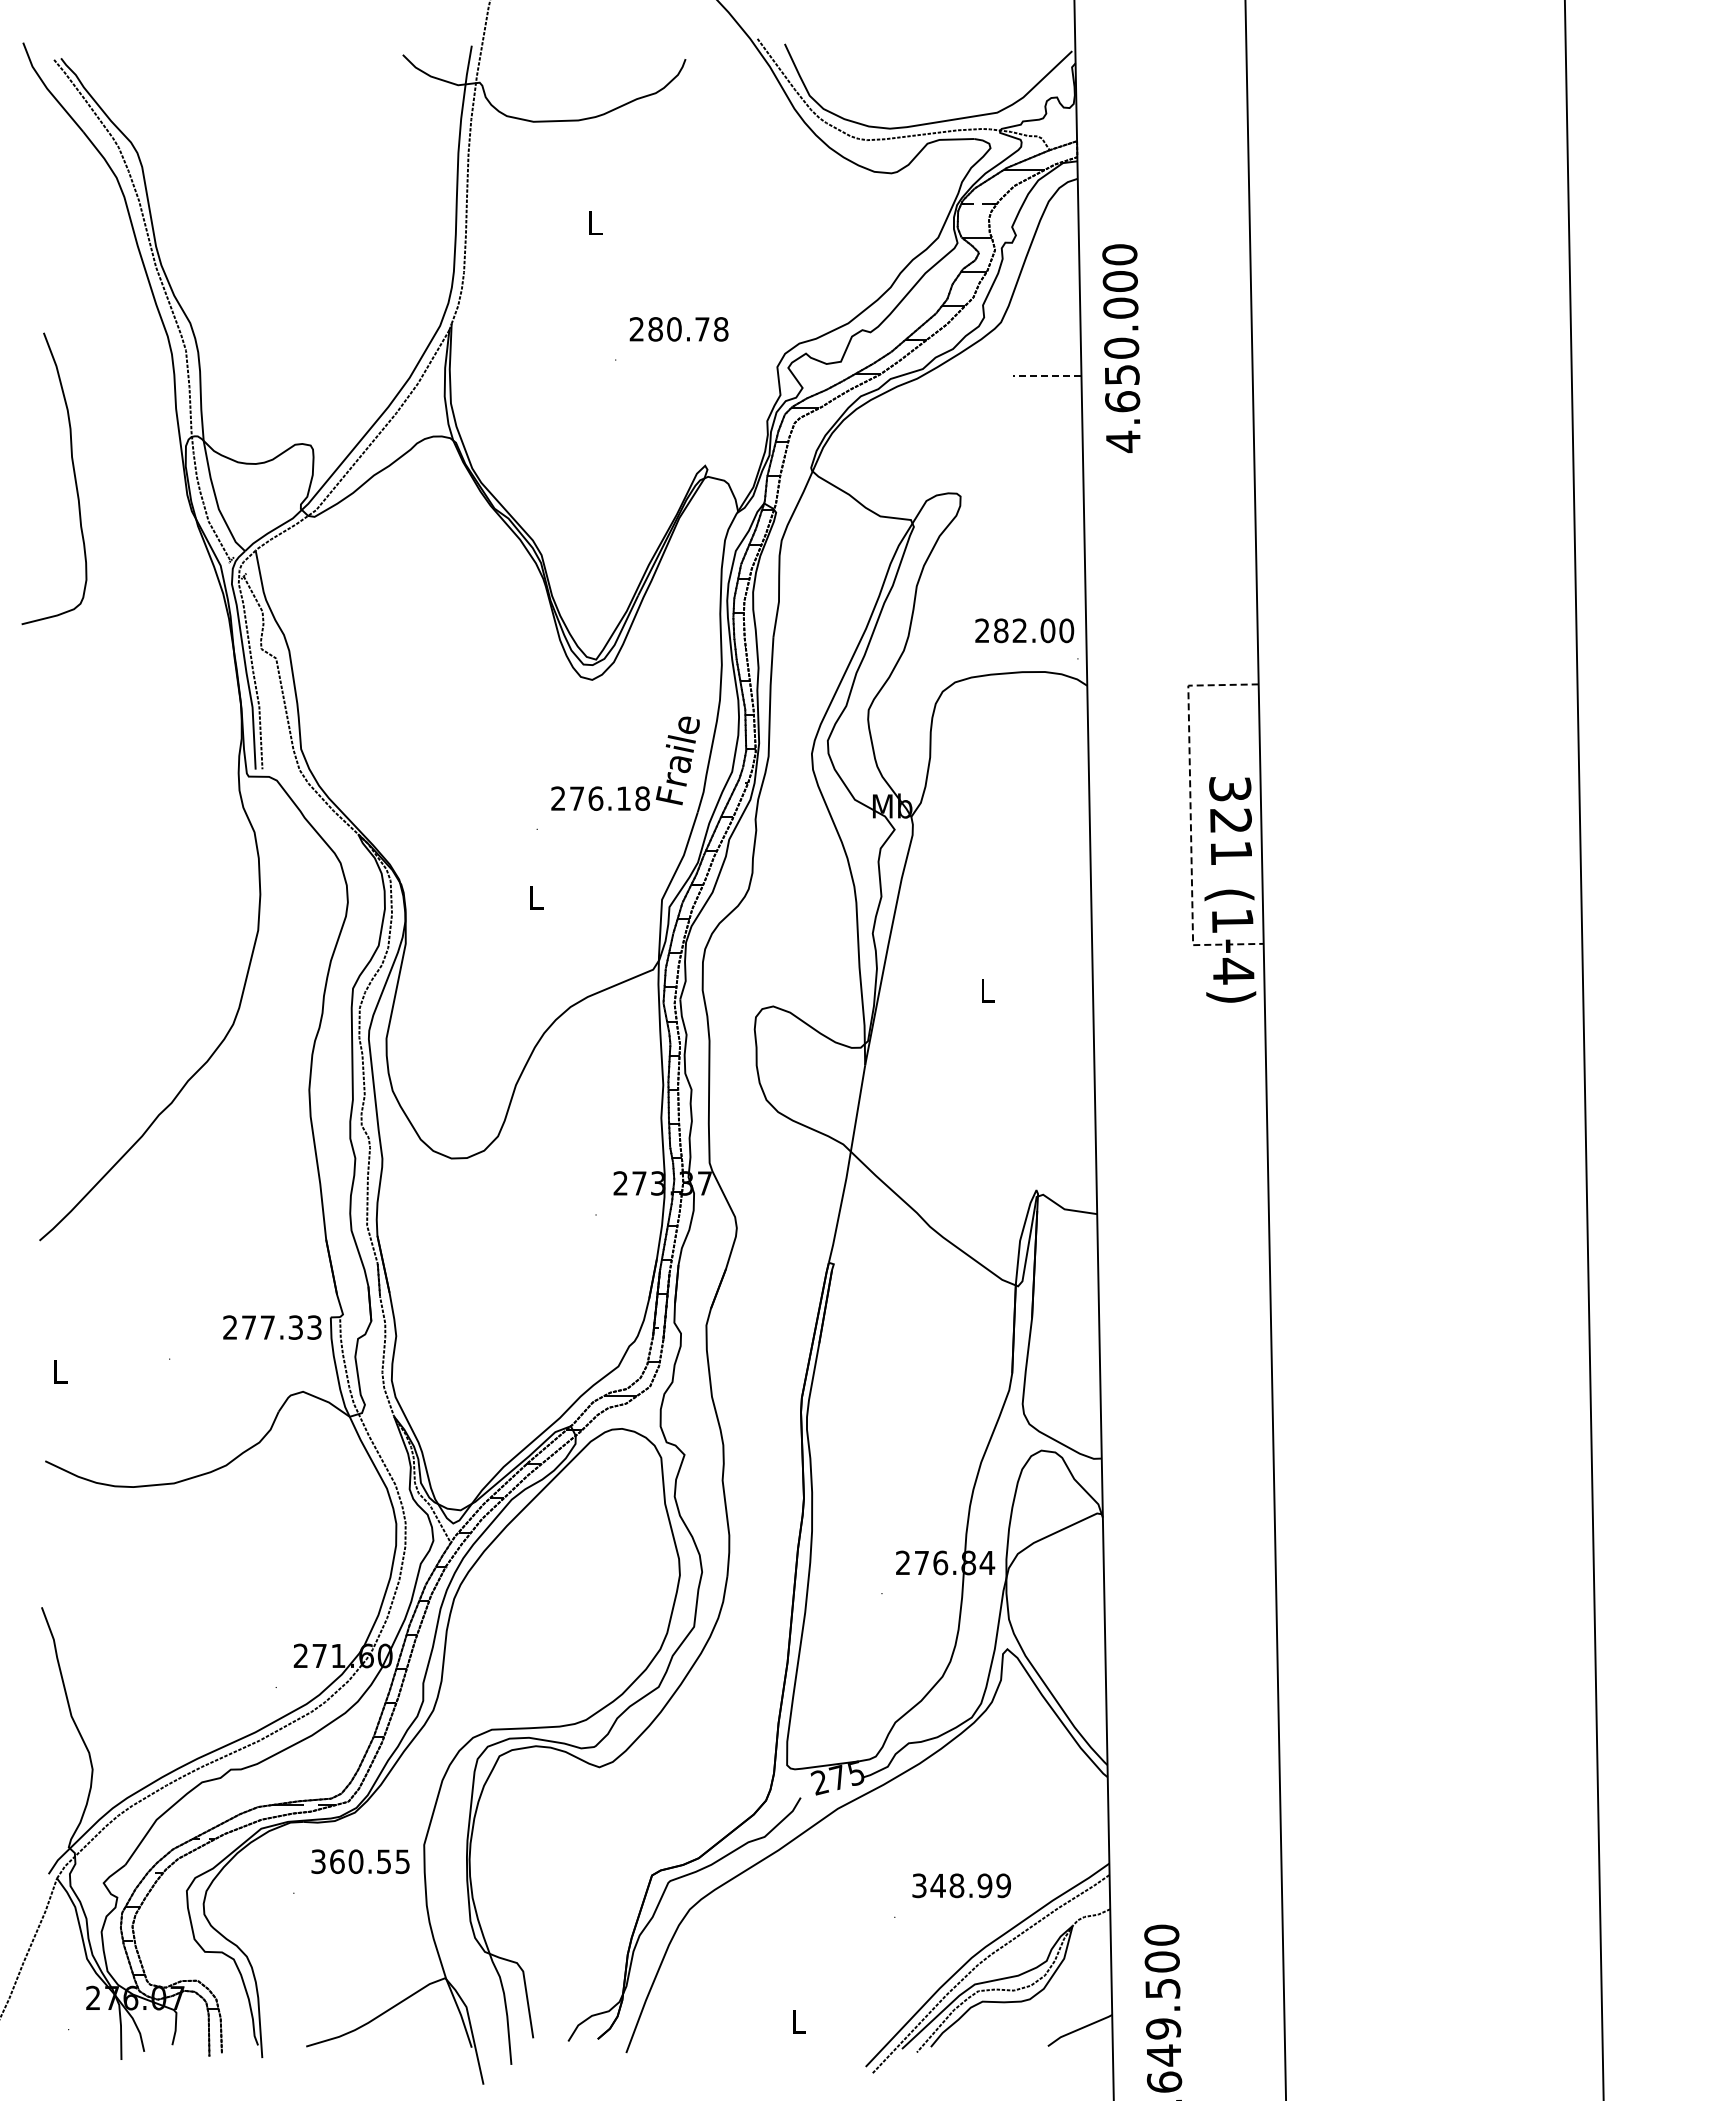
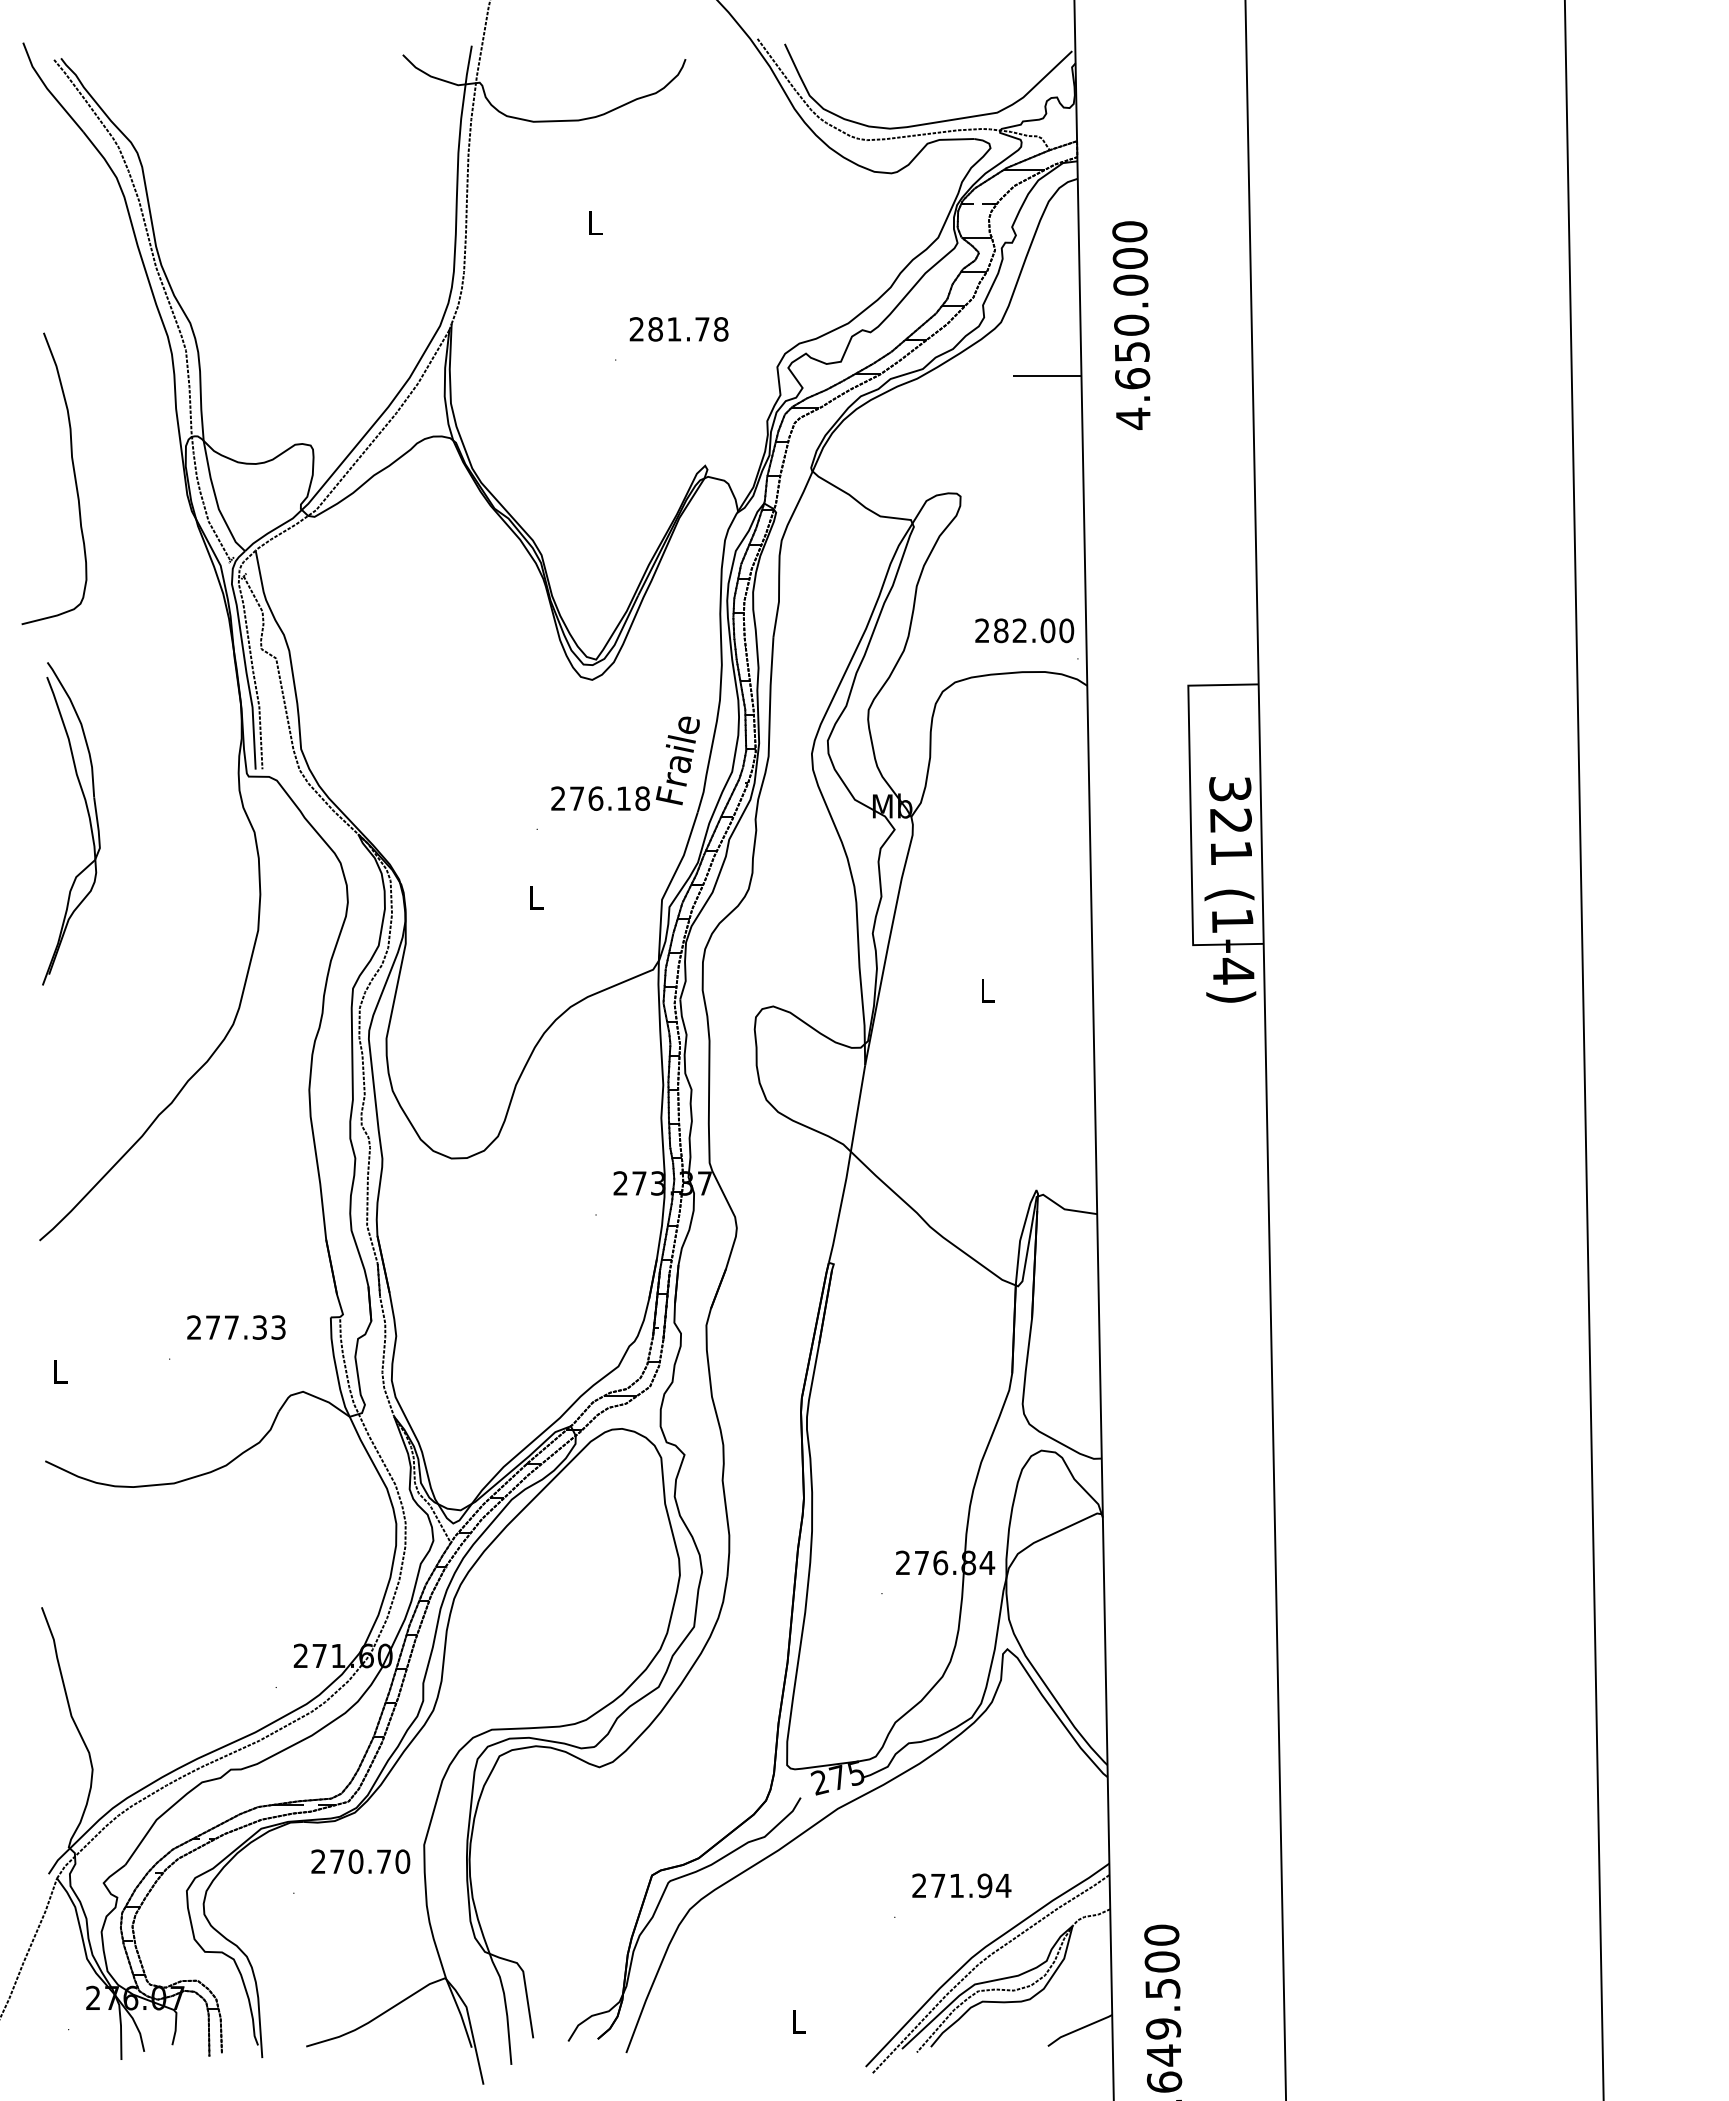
text at (674, 329): 280.78 -> 281.78
text at (1121, 348) position: (1121, 348) -> (1131, 325)
line at (1046, 375): dashed -> solid
line at (1190, 815): dashed -> solid
part at (88, 818): none -> present
text at (272, 1327) position: (272, 1327) -> (236, 1327)
text at (360, 1861): 360.55 -> 270.70
text at (961, 1885): 348.99 -> 271.94
